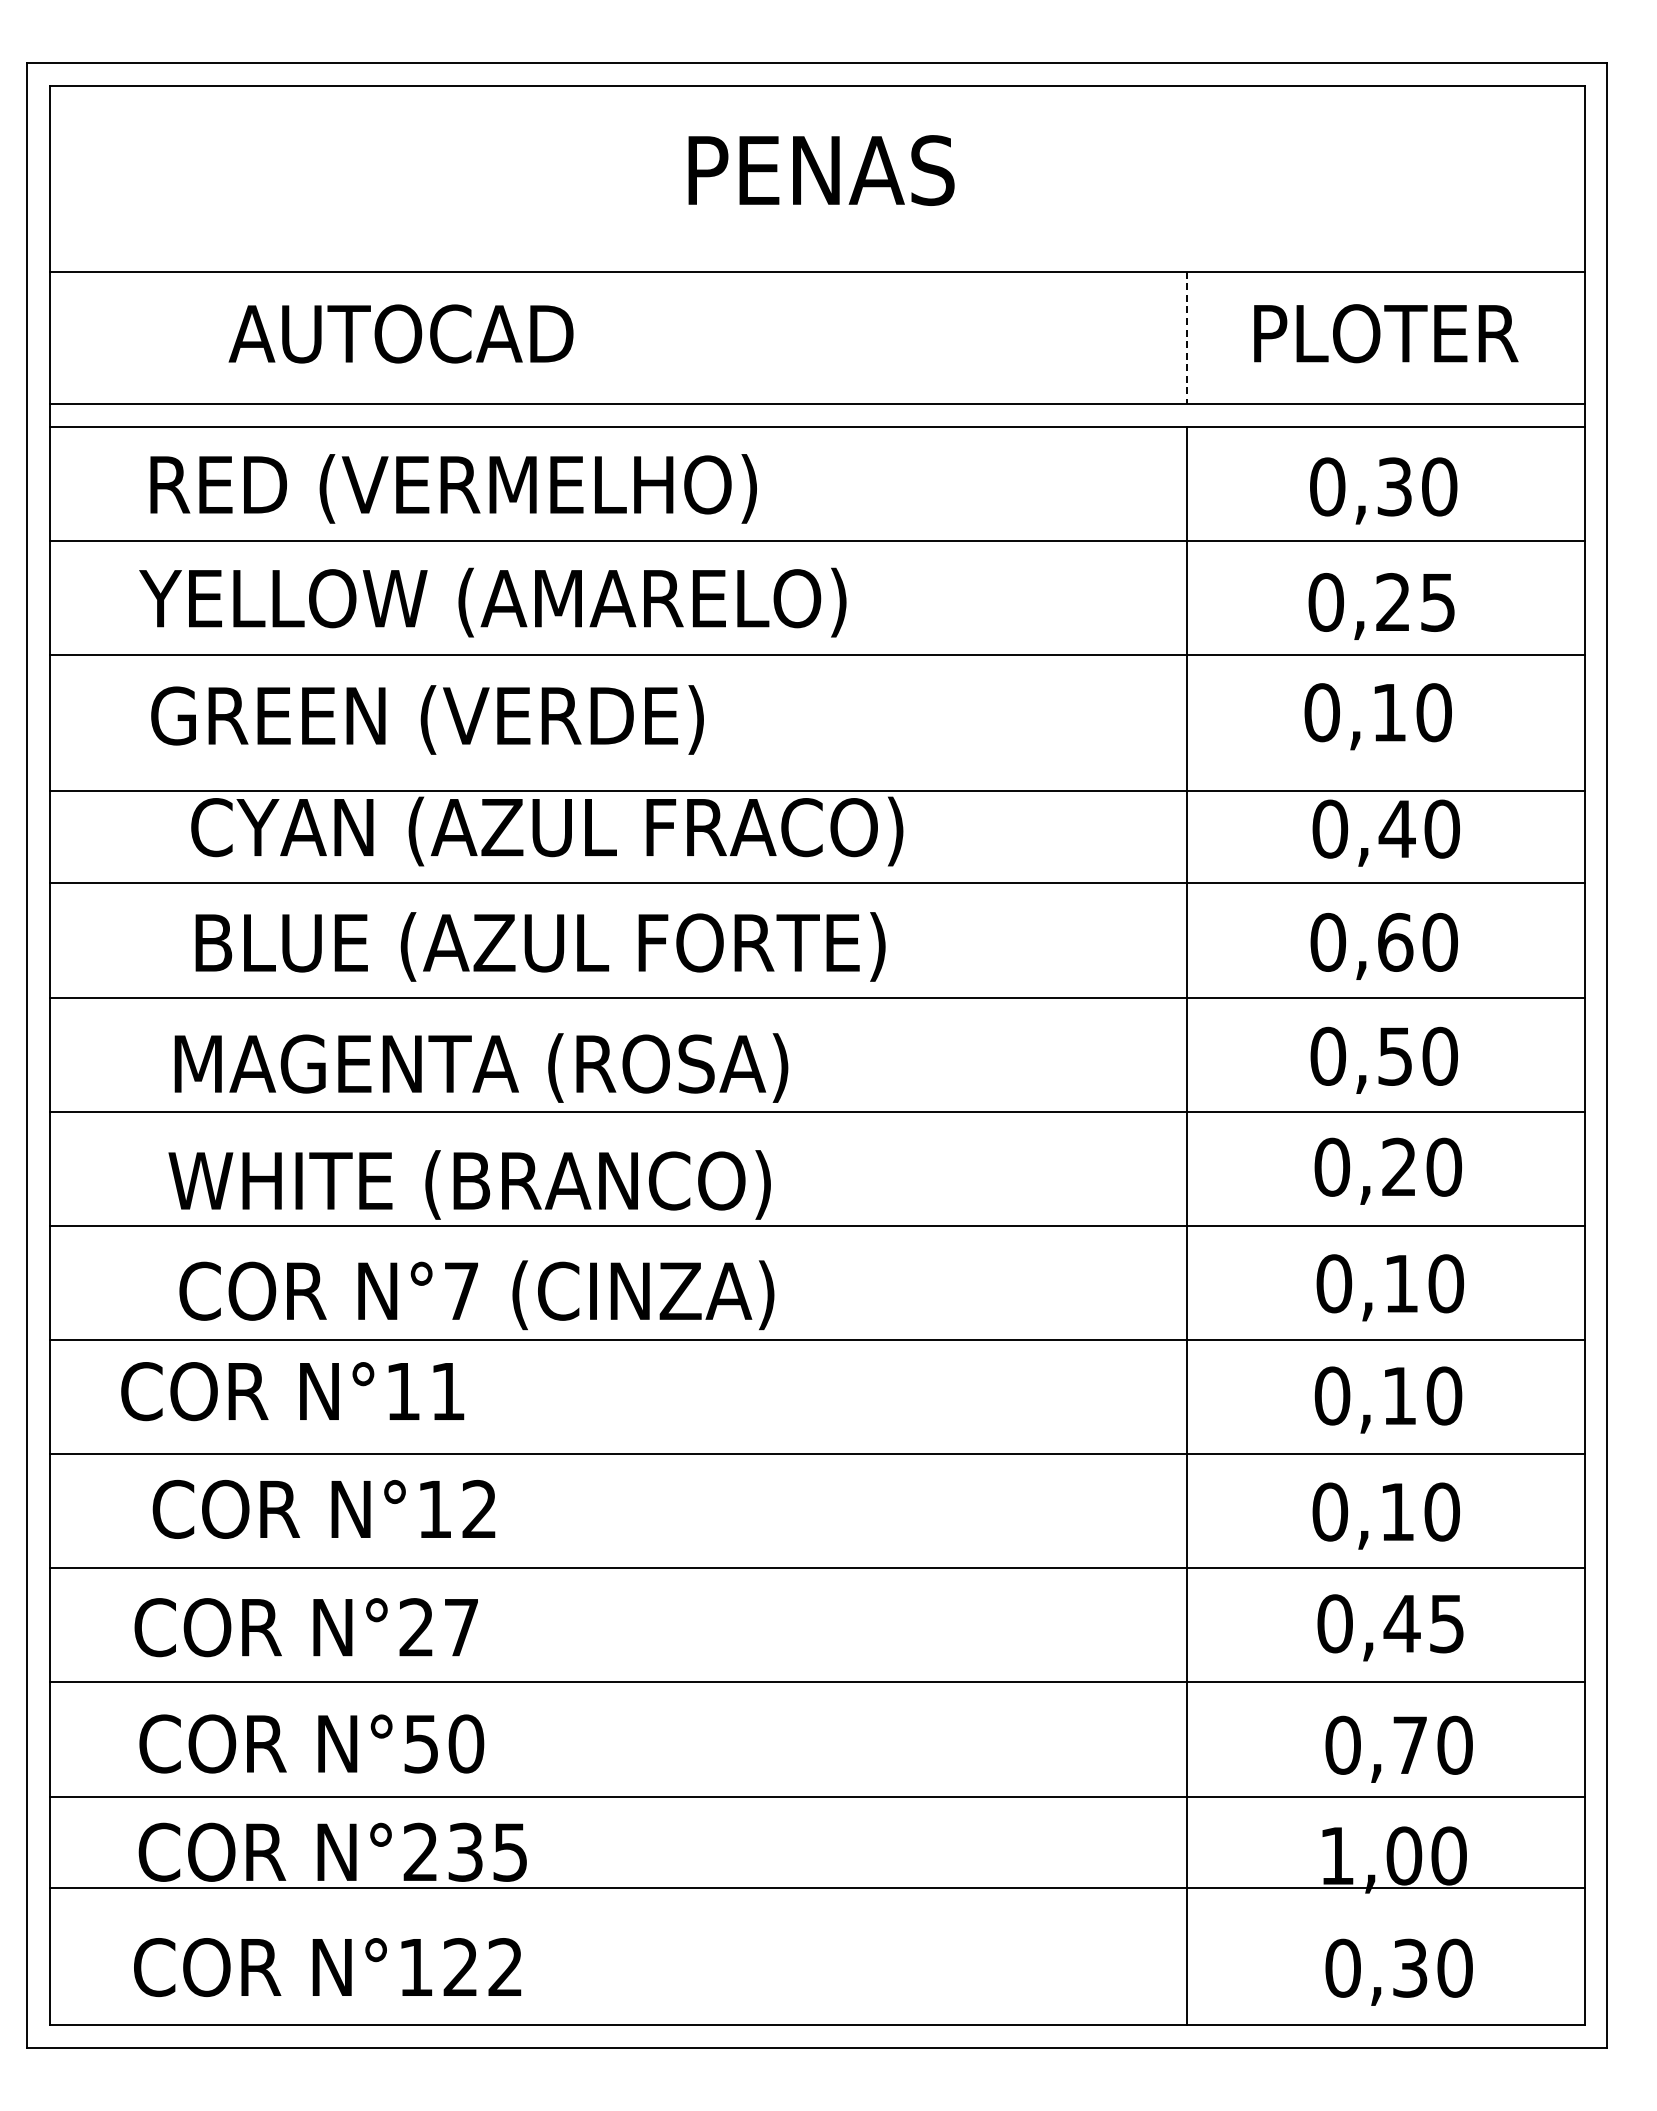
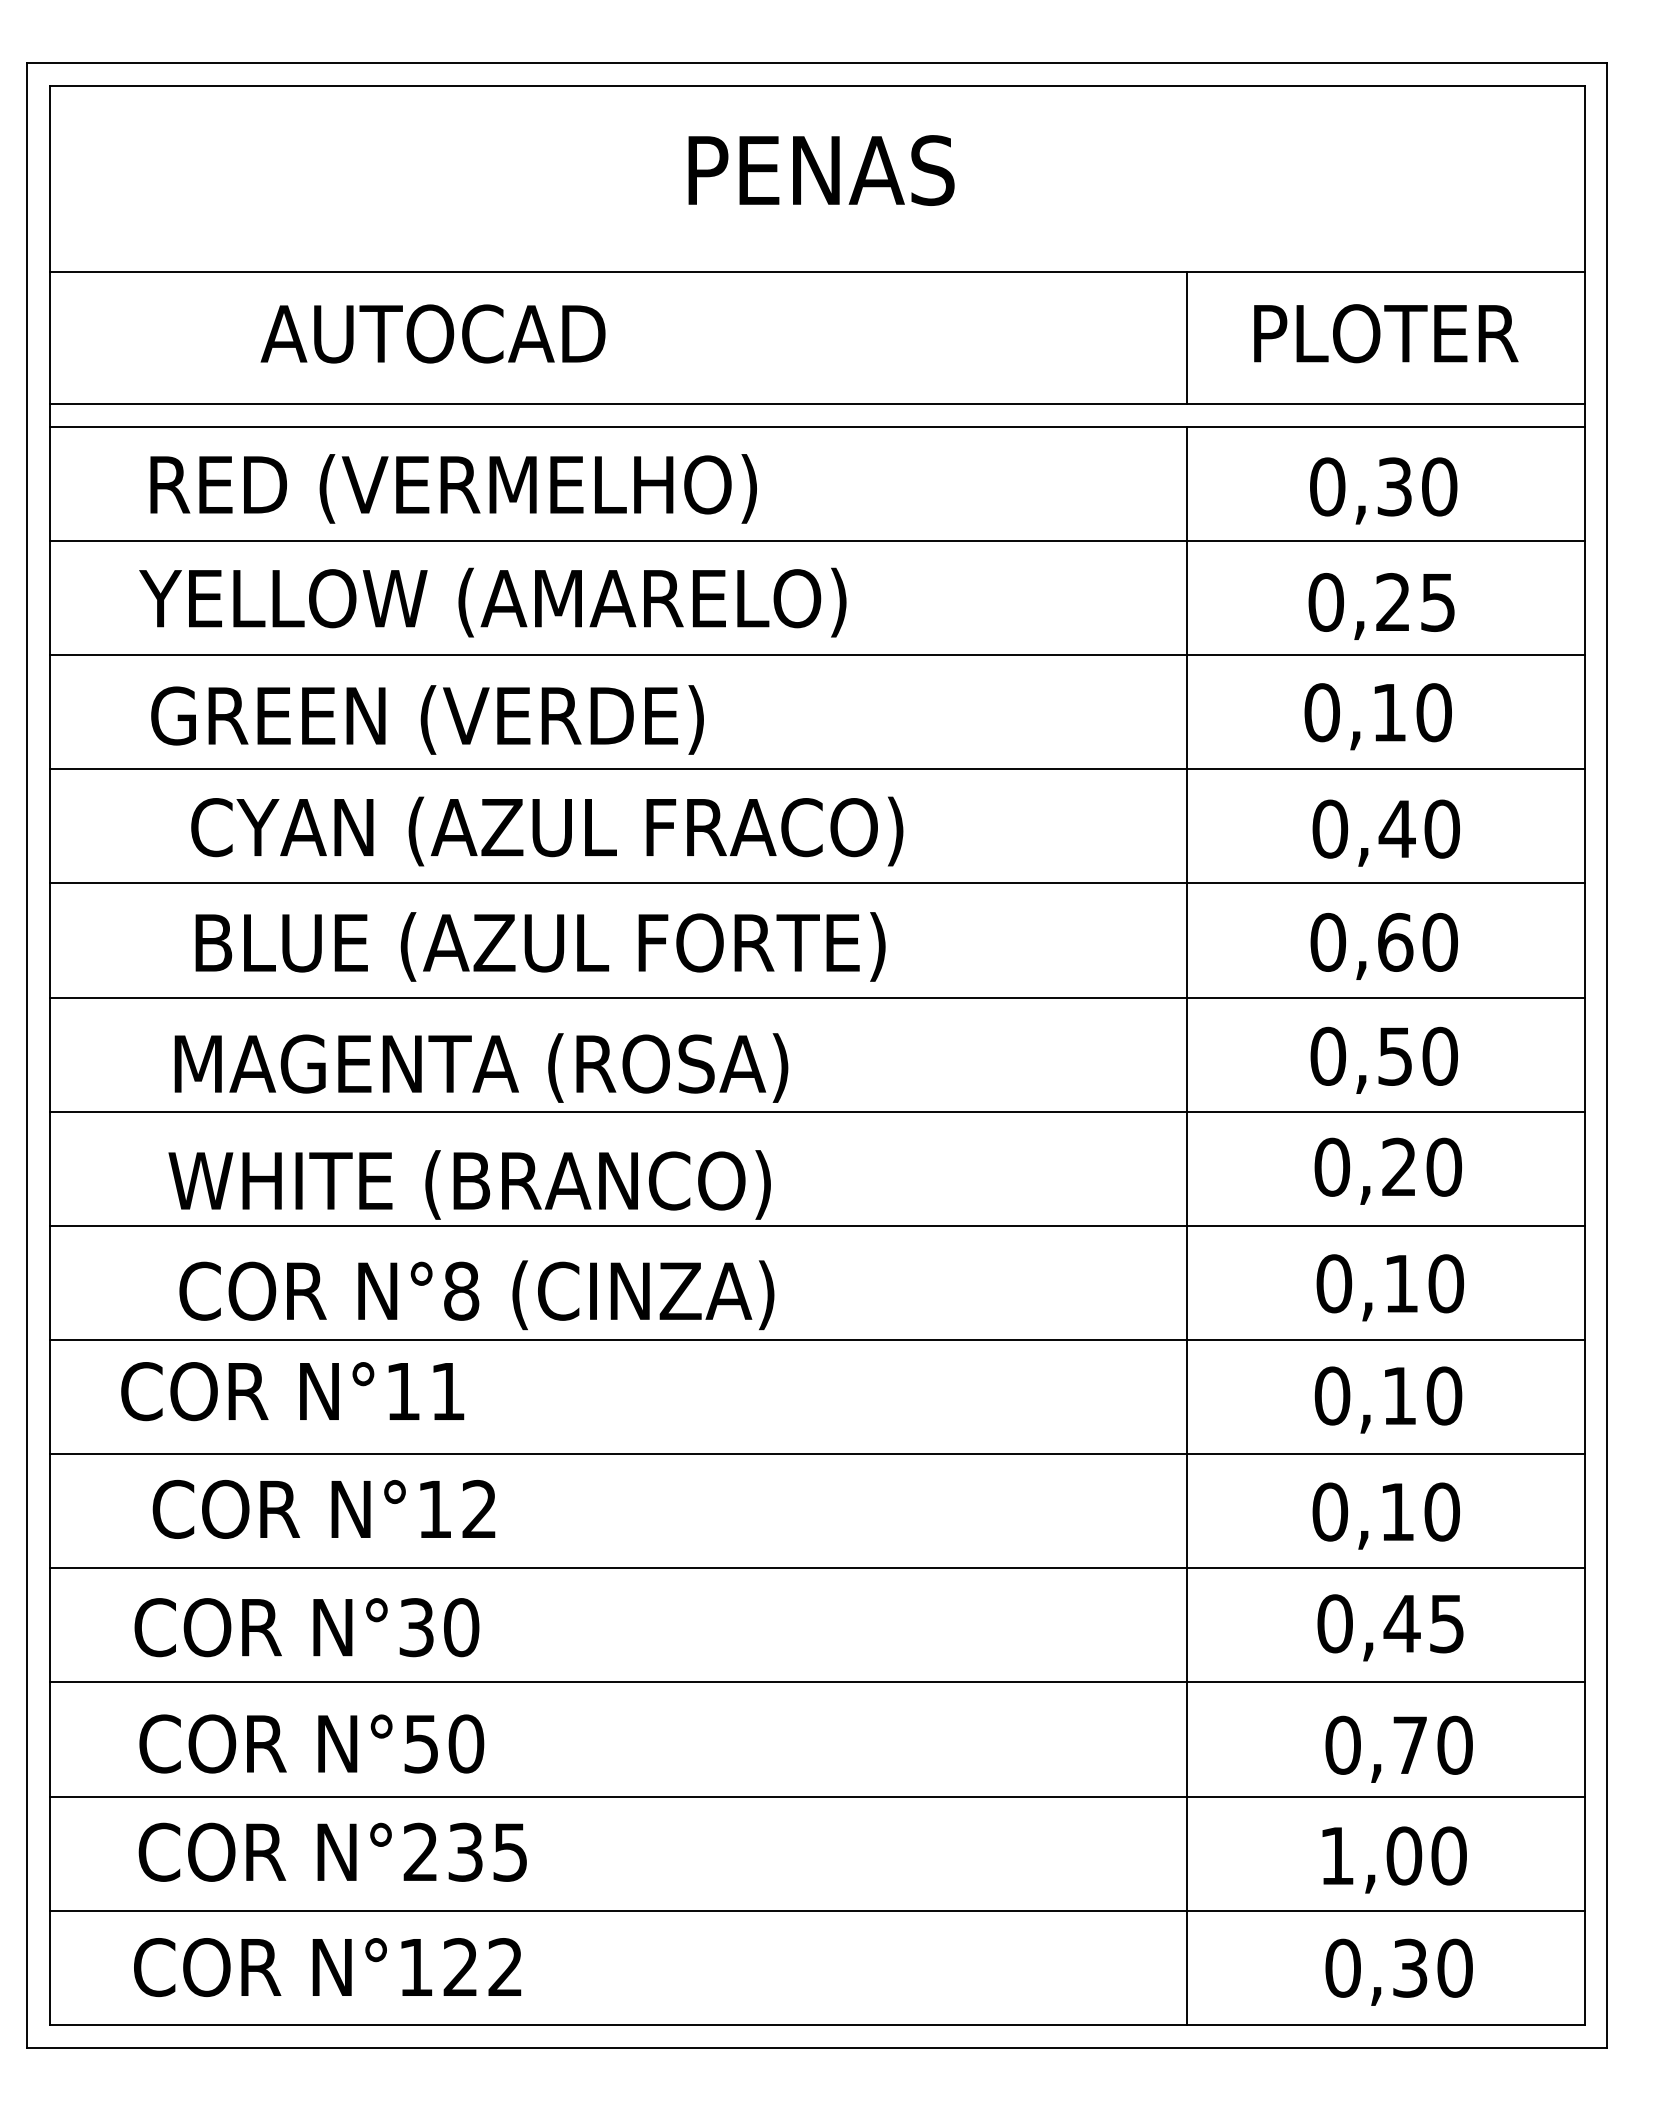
text at (400, 333) position: (400, 333) -> (432, 333)
line at (1187, 338): dashed -> solid
line at (816, 791) position: (816, 791) -> (816, 769)
text at (461, 1290): N°7 -> N°8
text at (439, 1627): N°27 -> N°30
line at (816, 1887) position: (816, 1887) -> (816, 1910)
